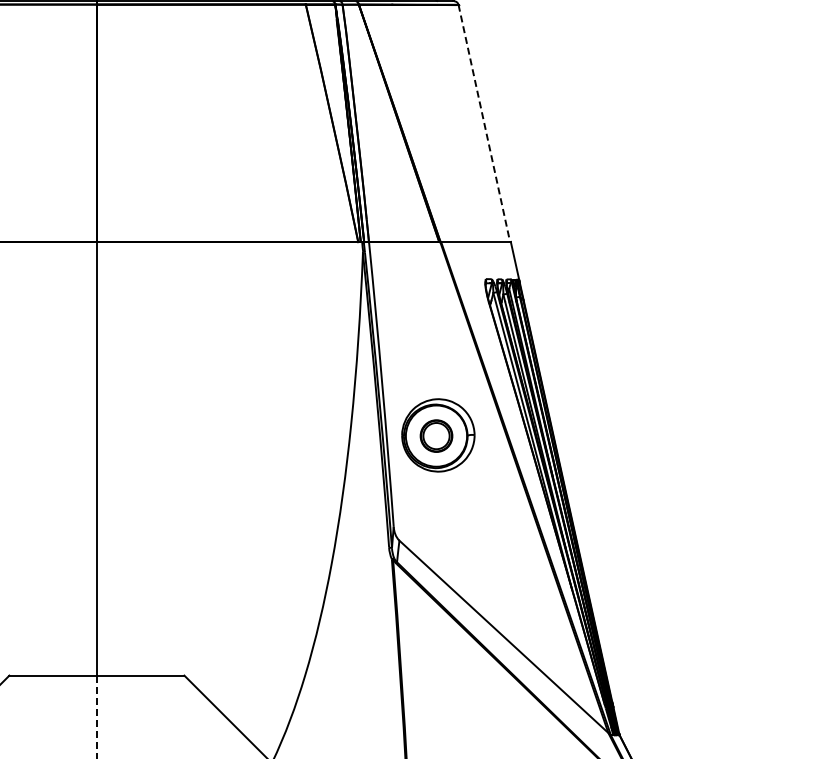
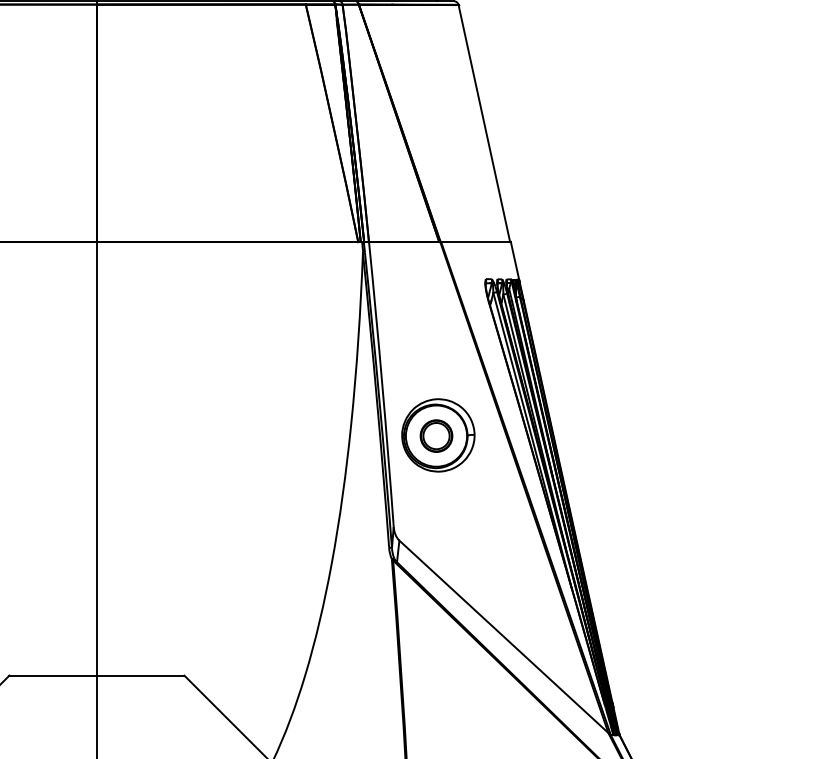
line at (484, 123): dashed -> solid
line at (96, 717): dashed -> solid
